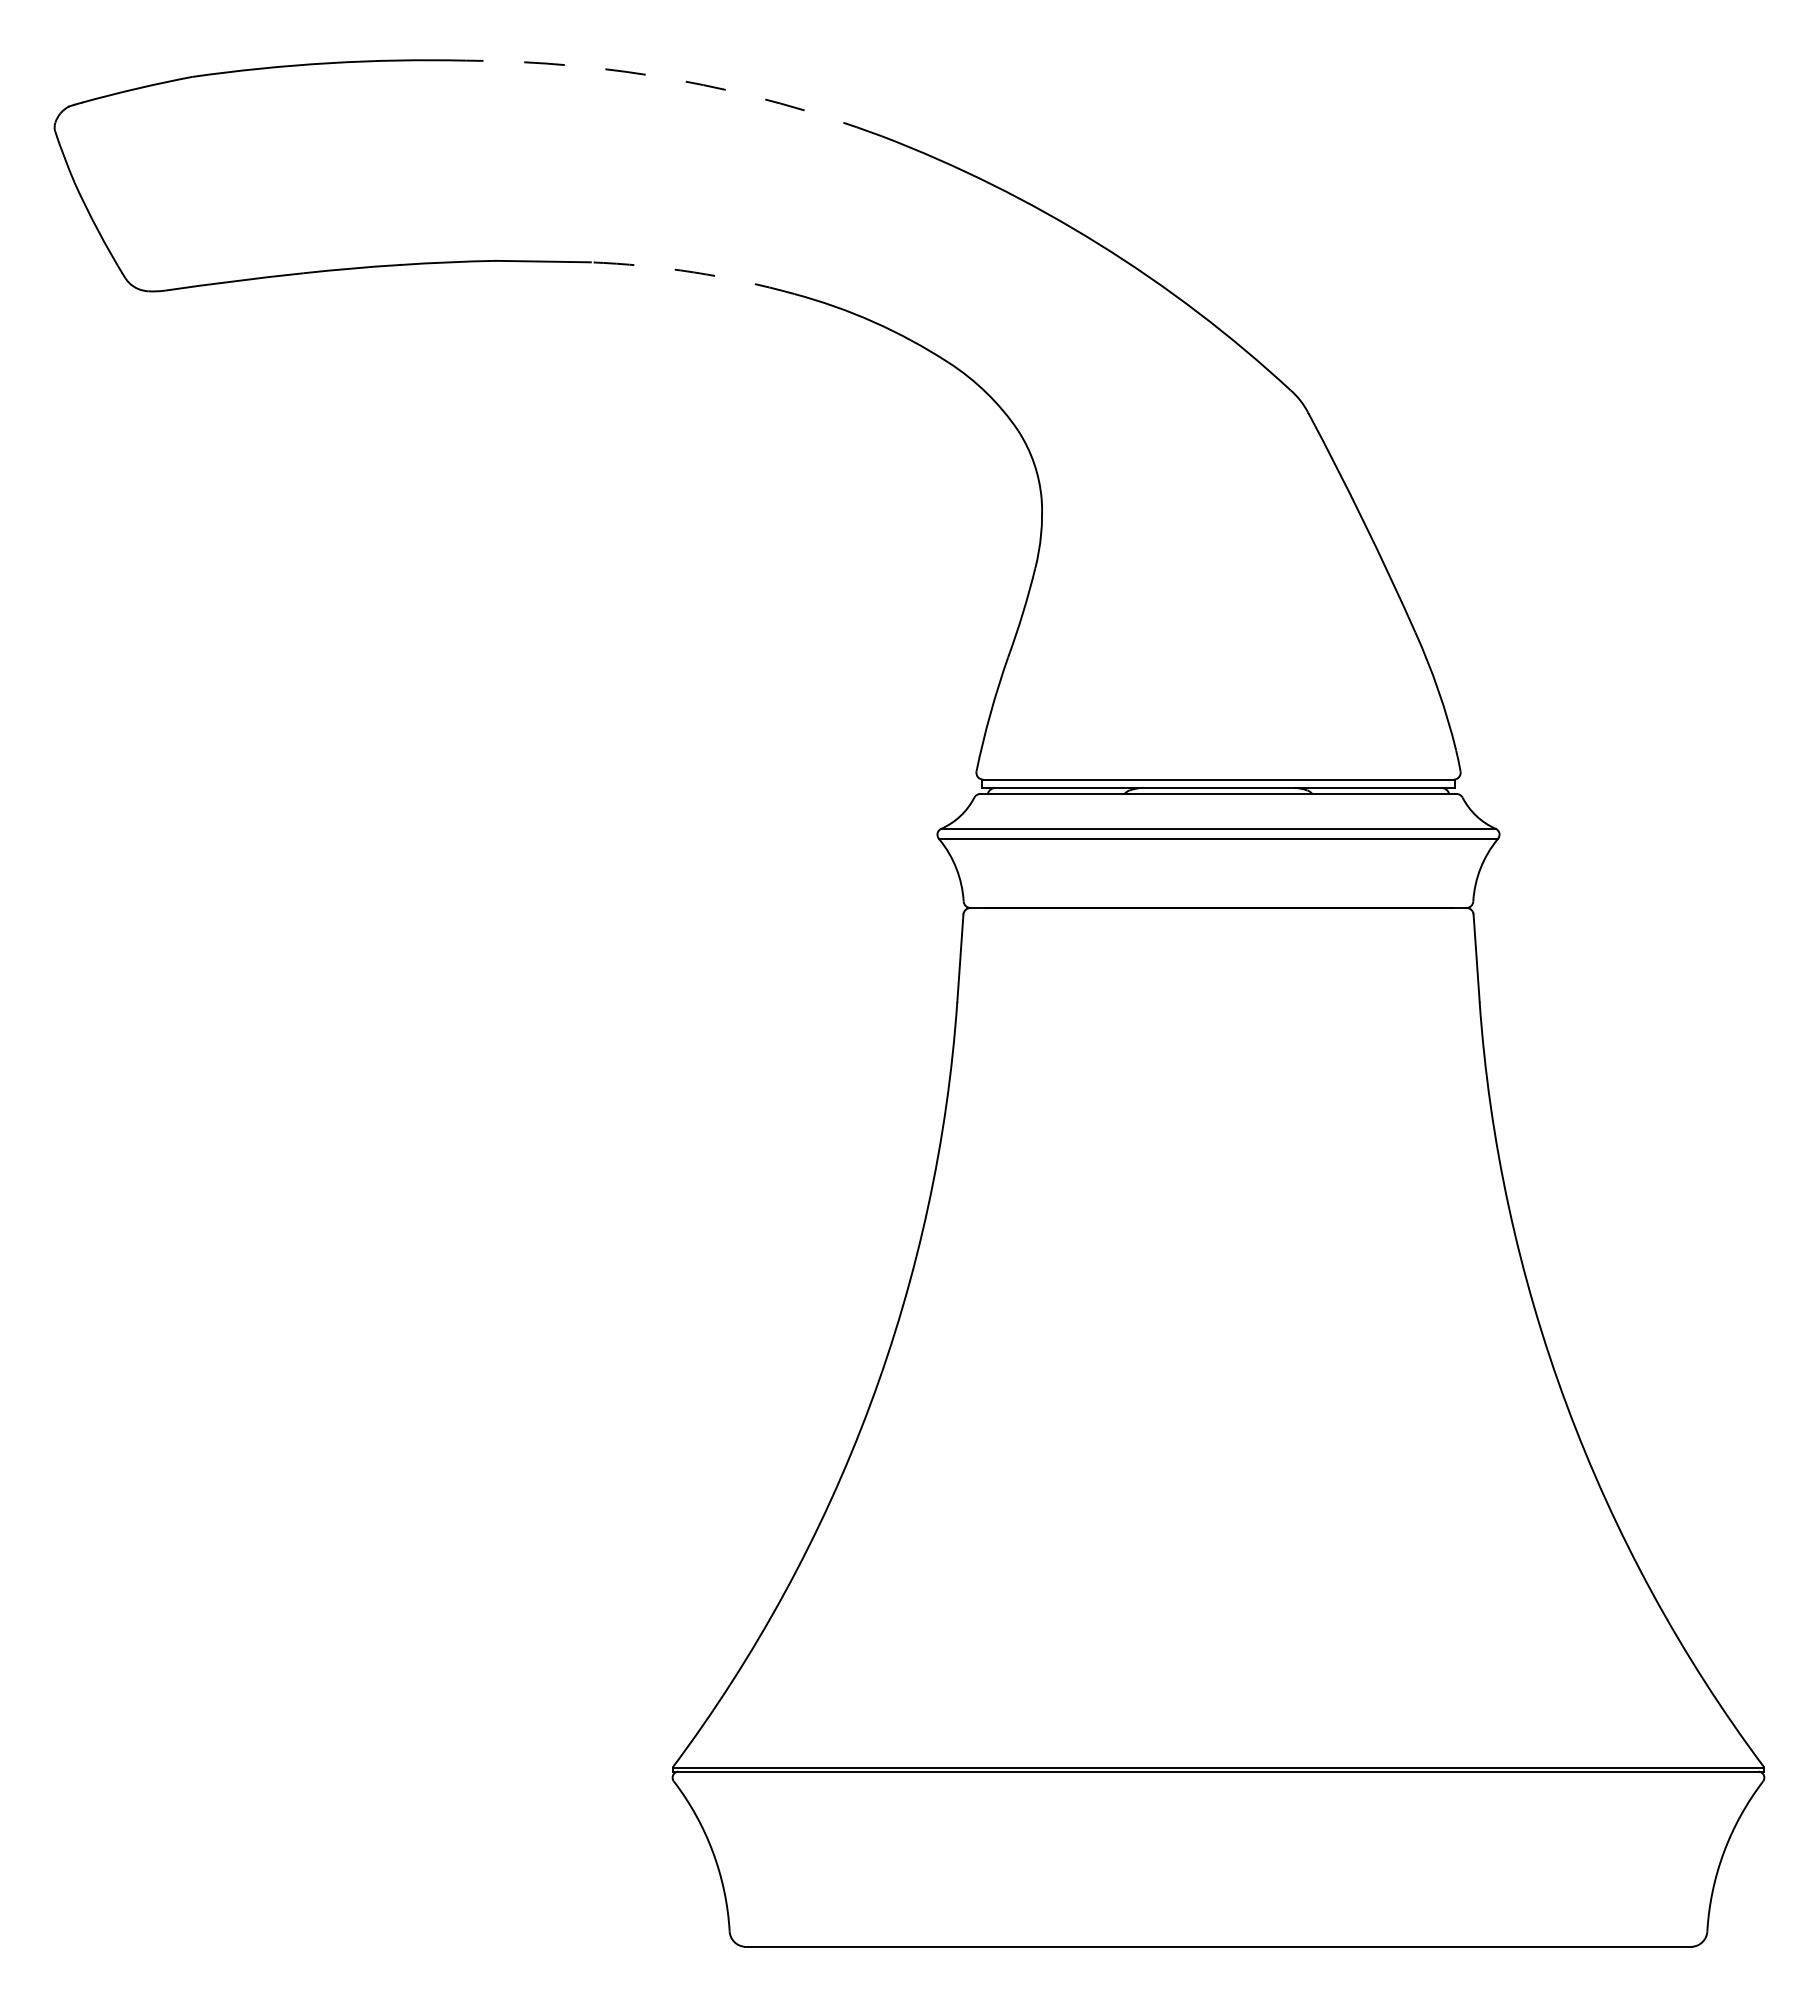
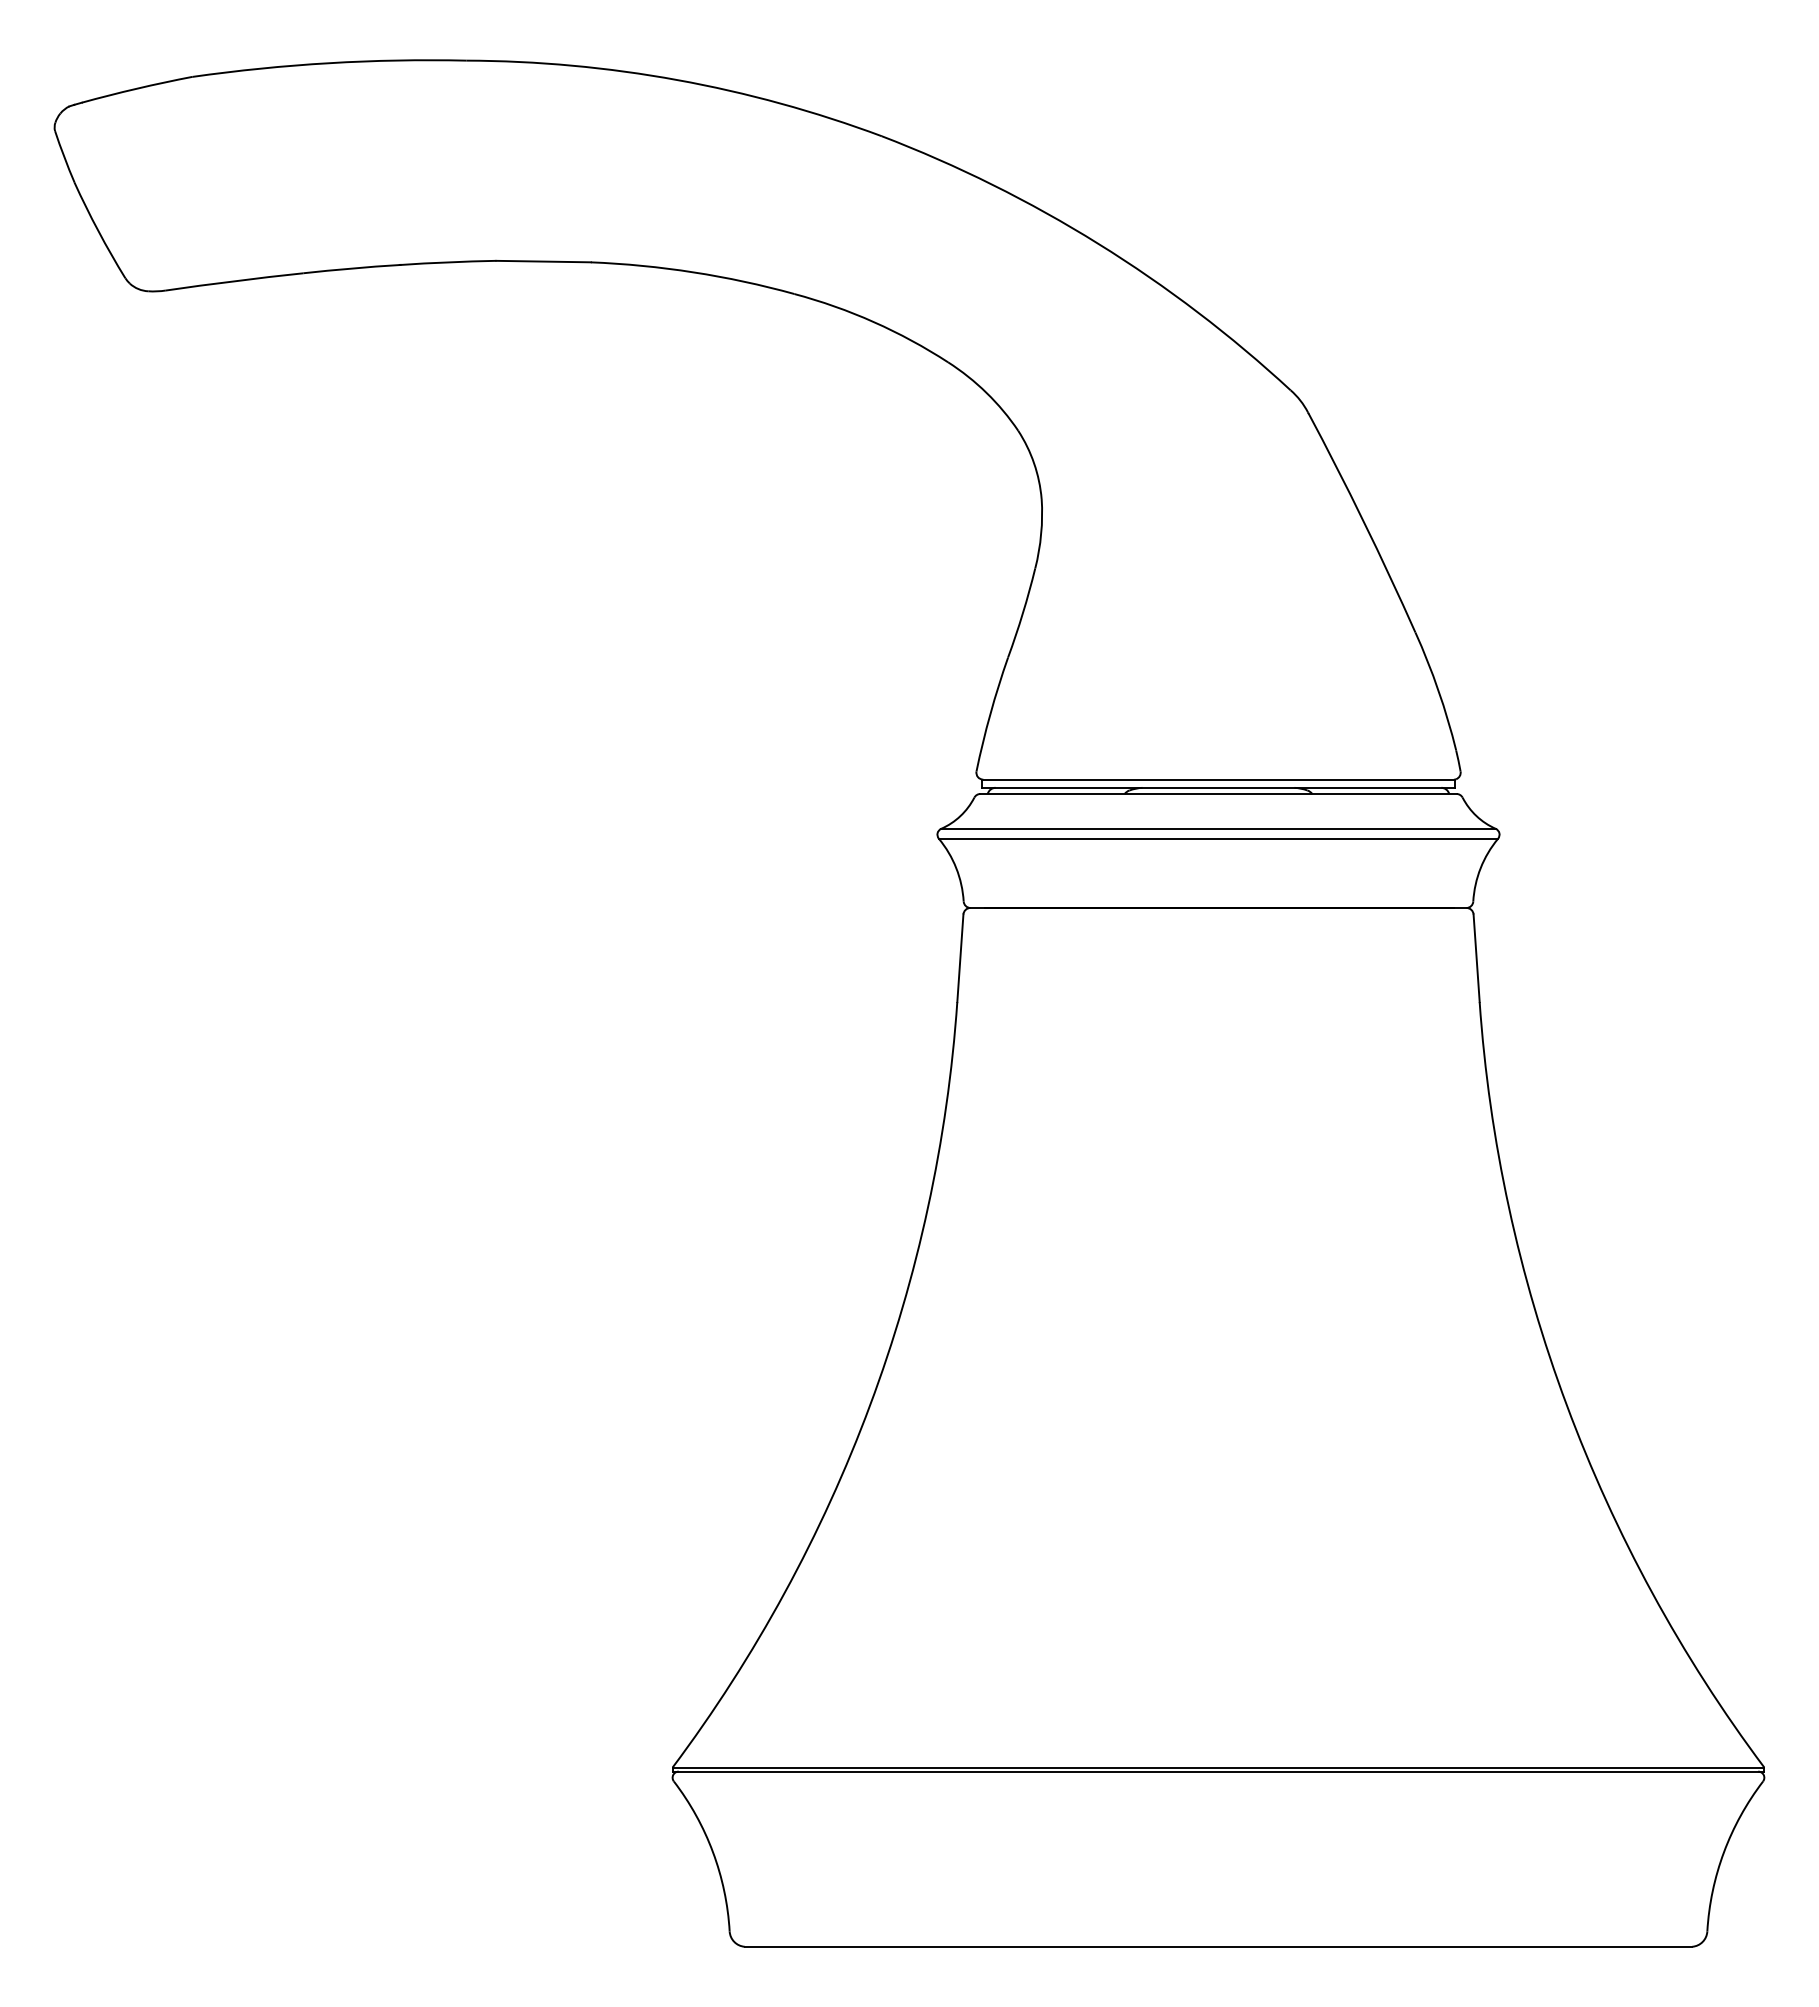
arc at (677, 80): dashed -> solid
arc at (693, 272): dashed -> solid
